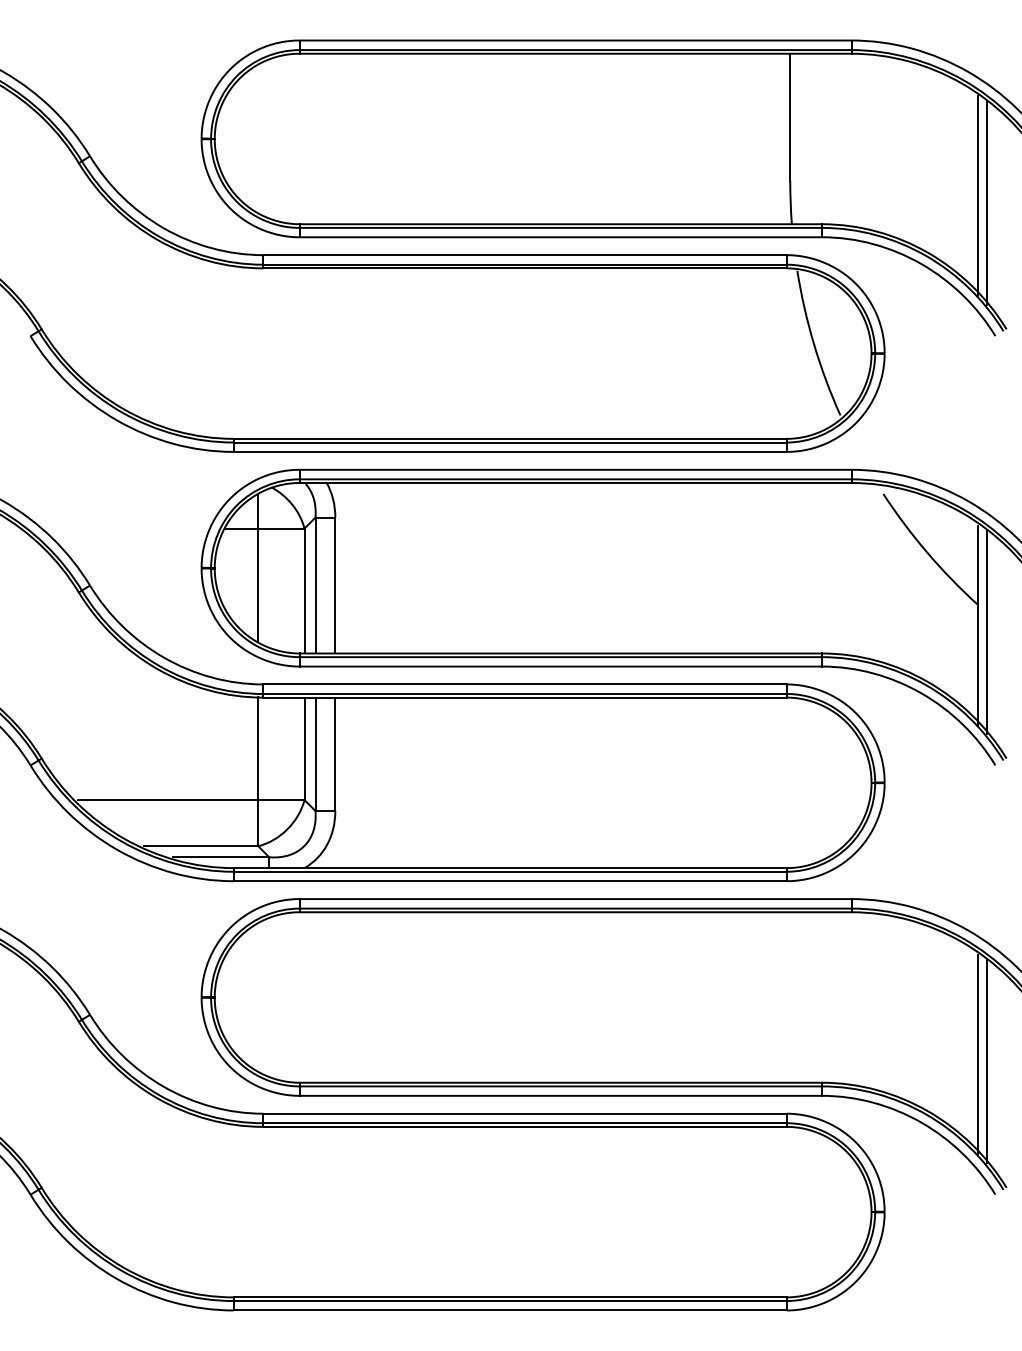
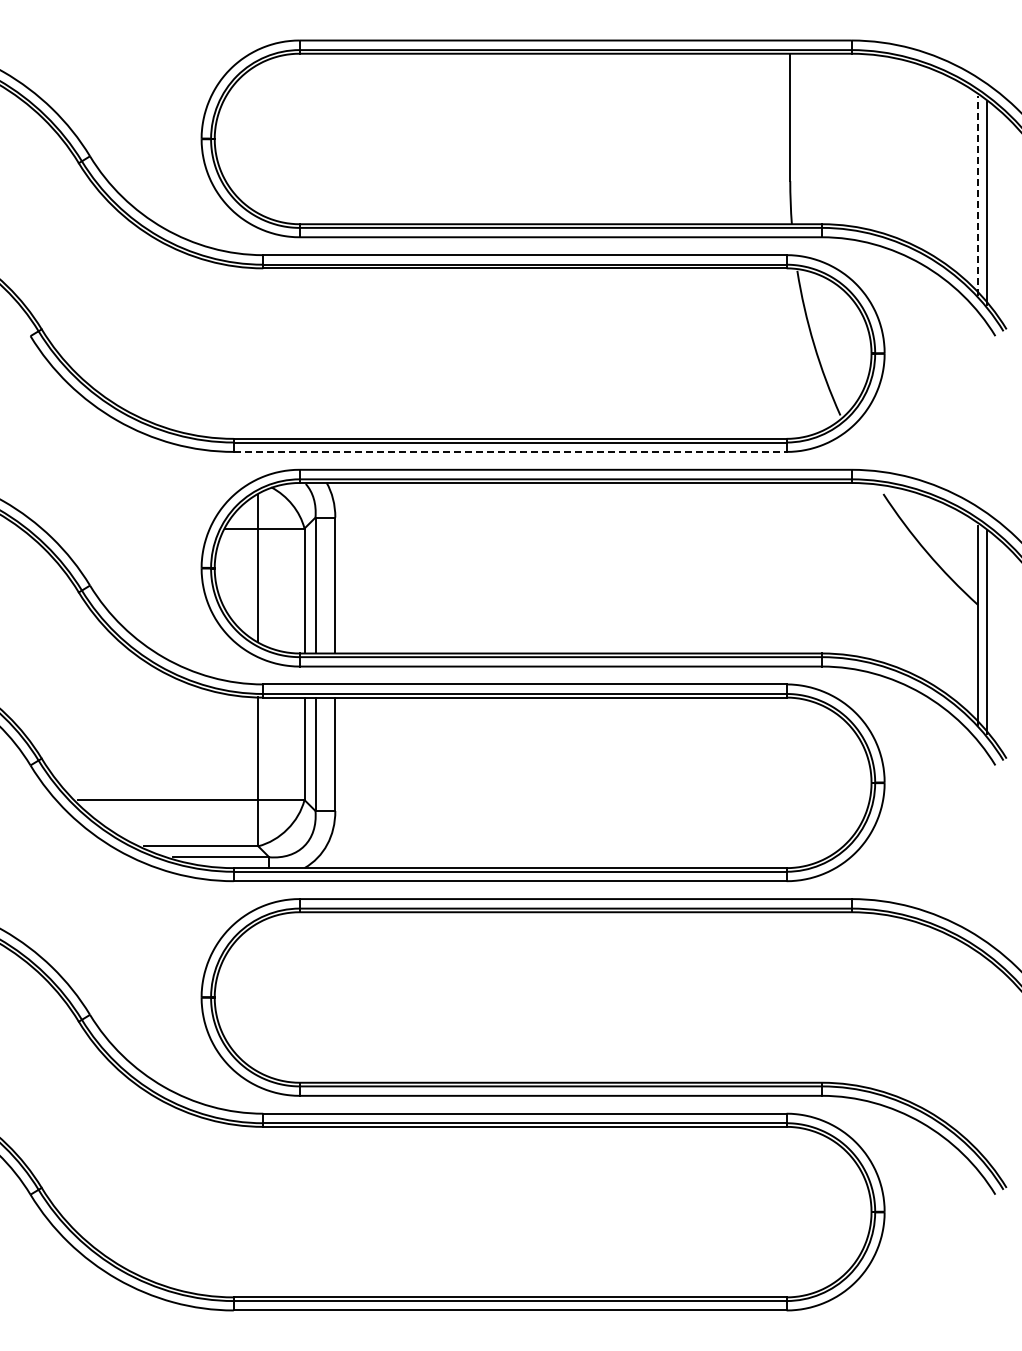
line at (977, 196): solid -> dashed
line at (510, 451): solid -> dashed
line at (977, 1054): present -> none
line at (987, 1061): present -> none
